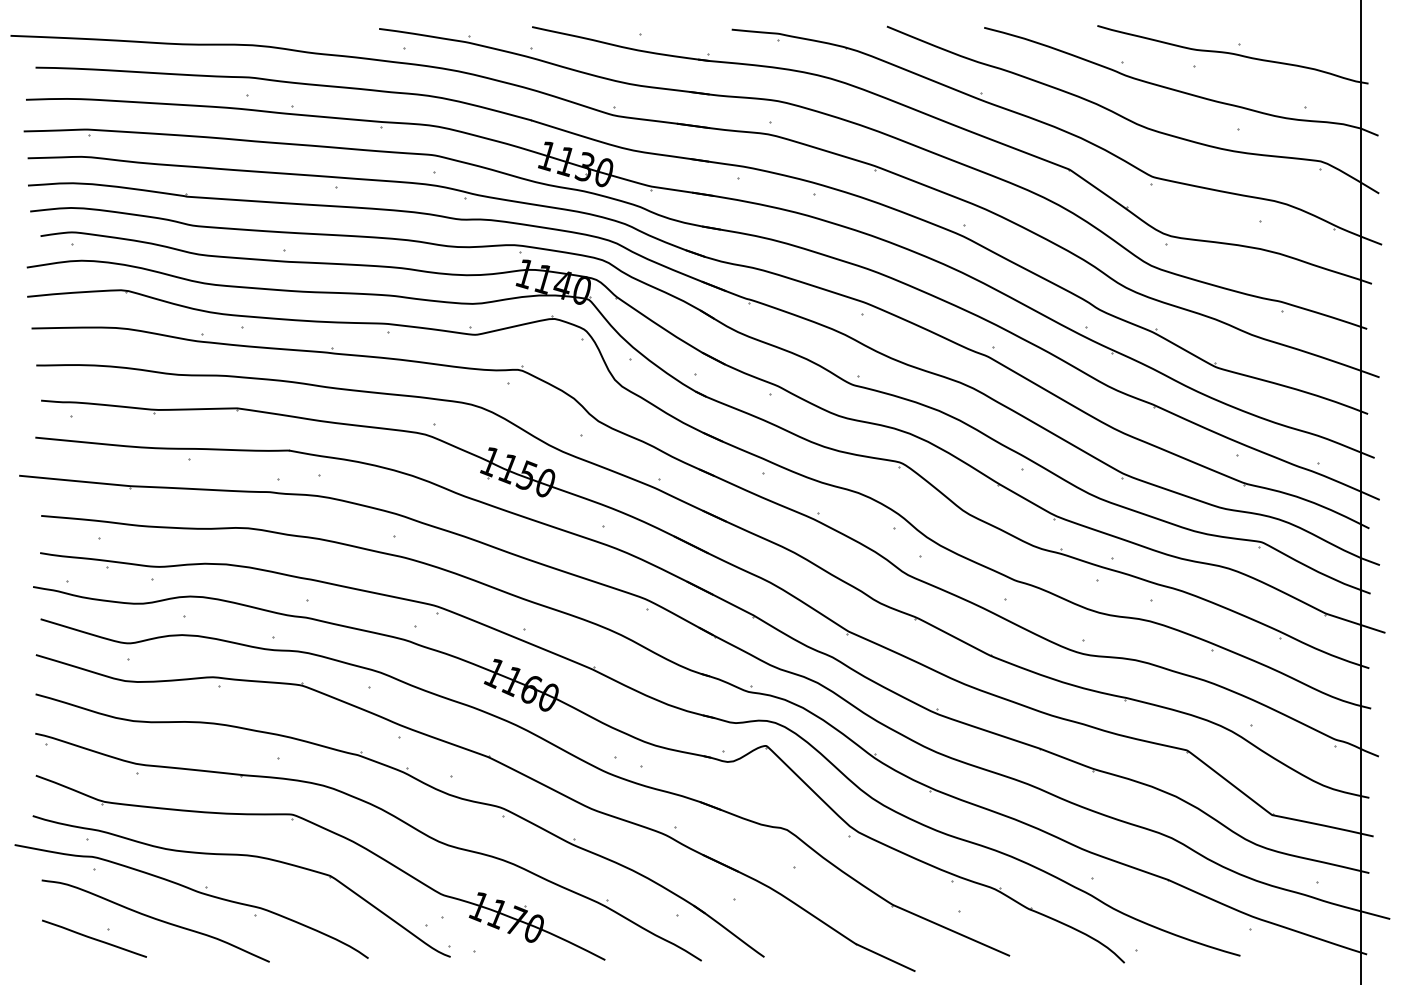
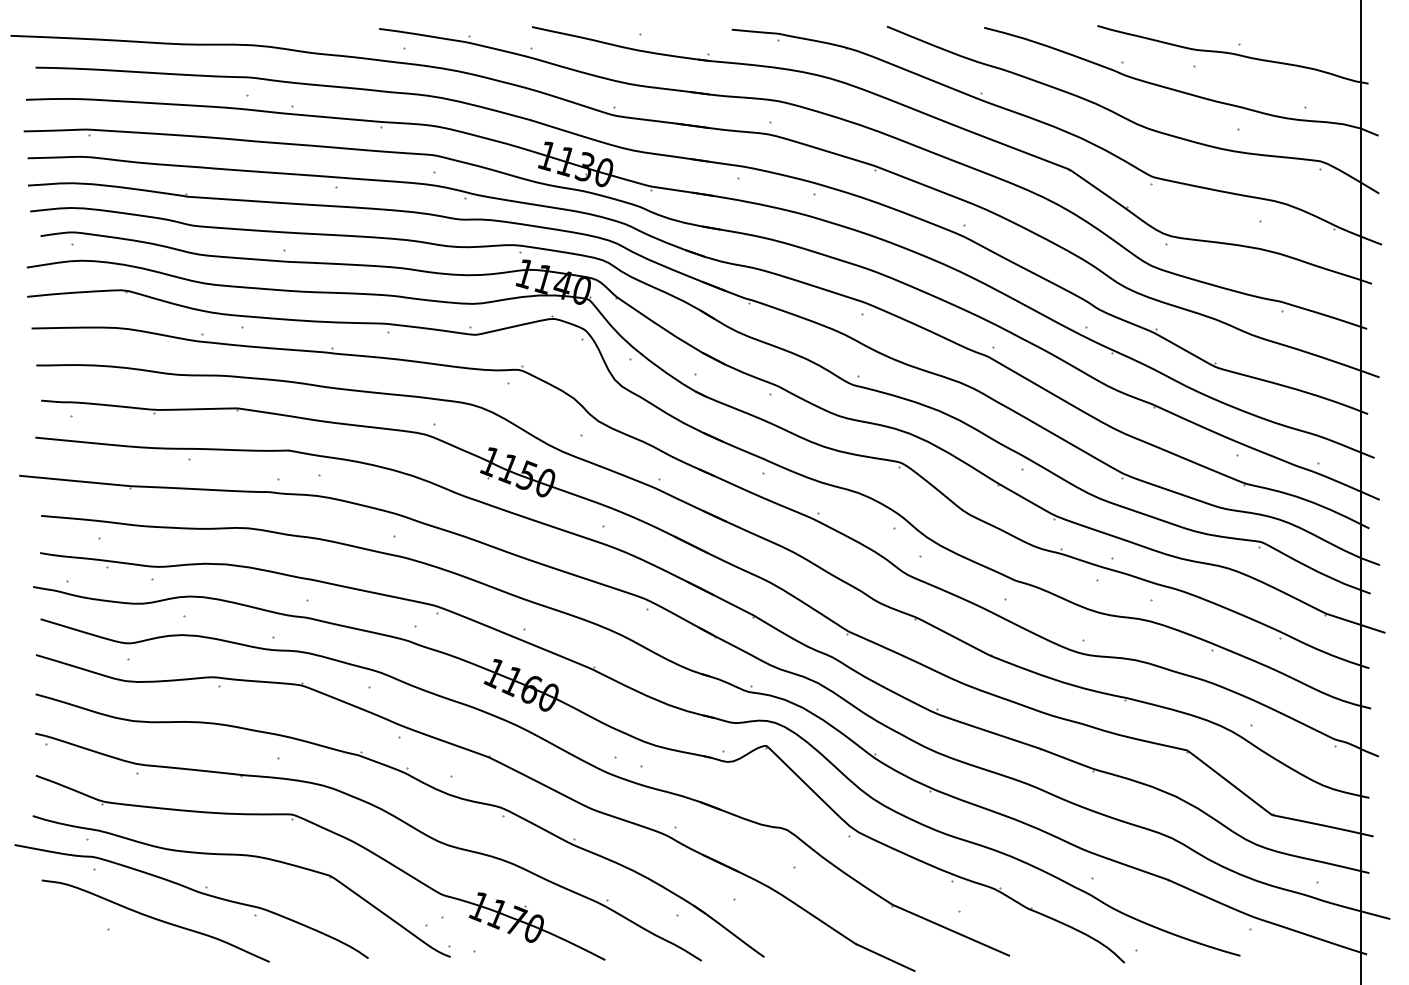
line at (94, 938): present -> none
